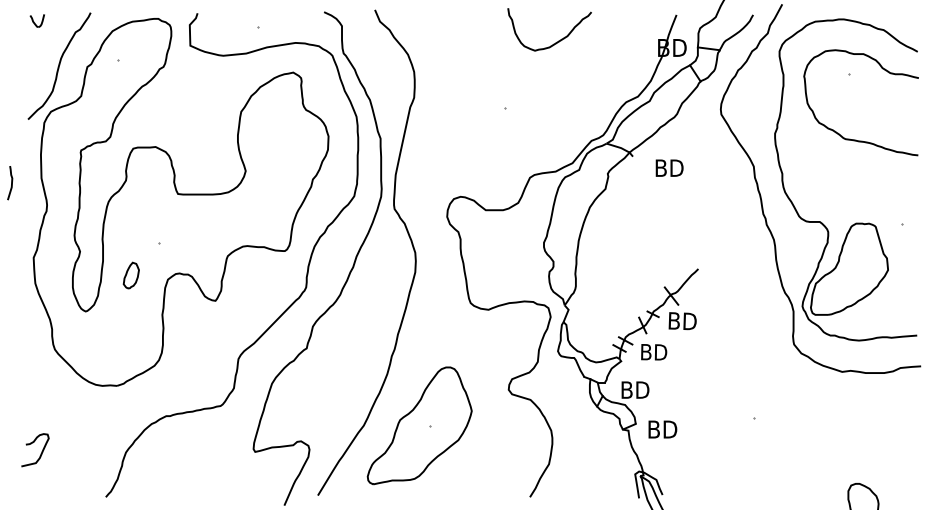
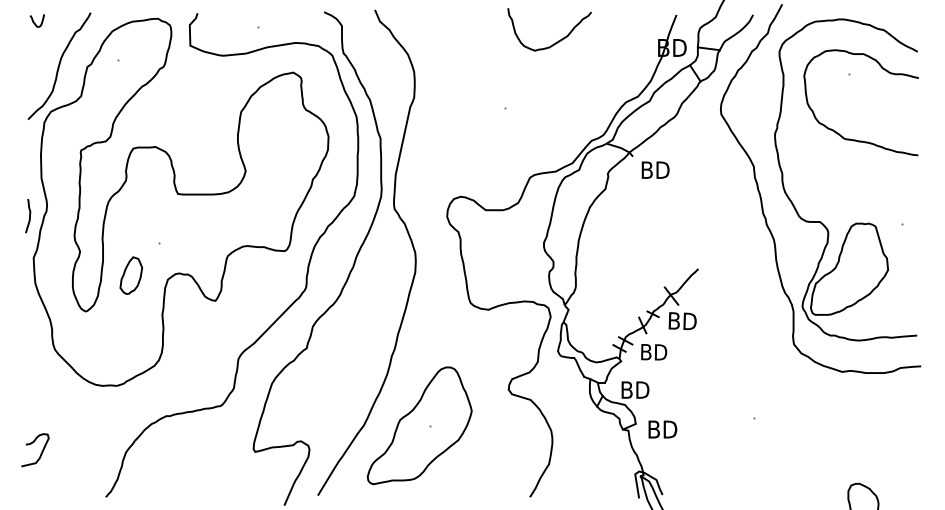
text at (669, 167) position: (669, 167) -> (655, 169)
curve at (11, 183) position: (11, 183) -> (29, 216)
part at (130, 275) size: 18x29 px -> 25x39 px
